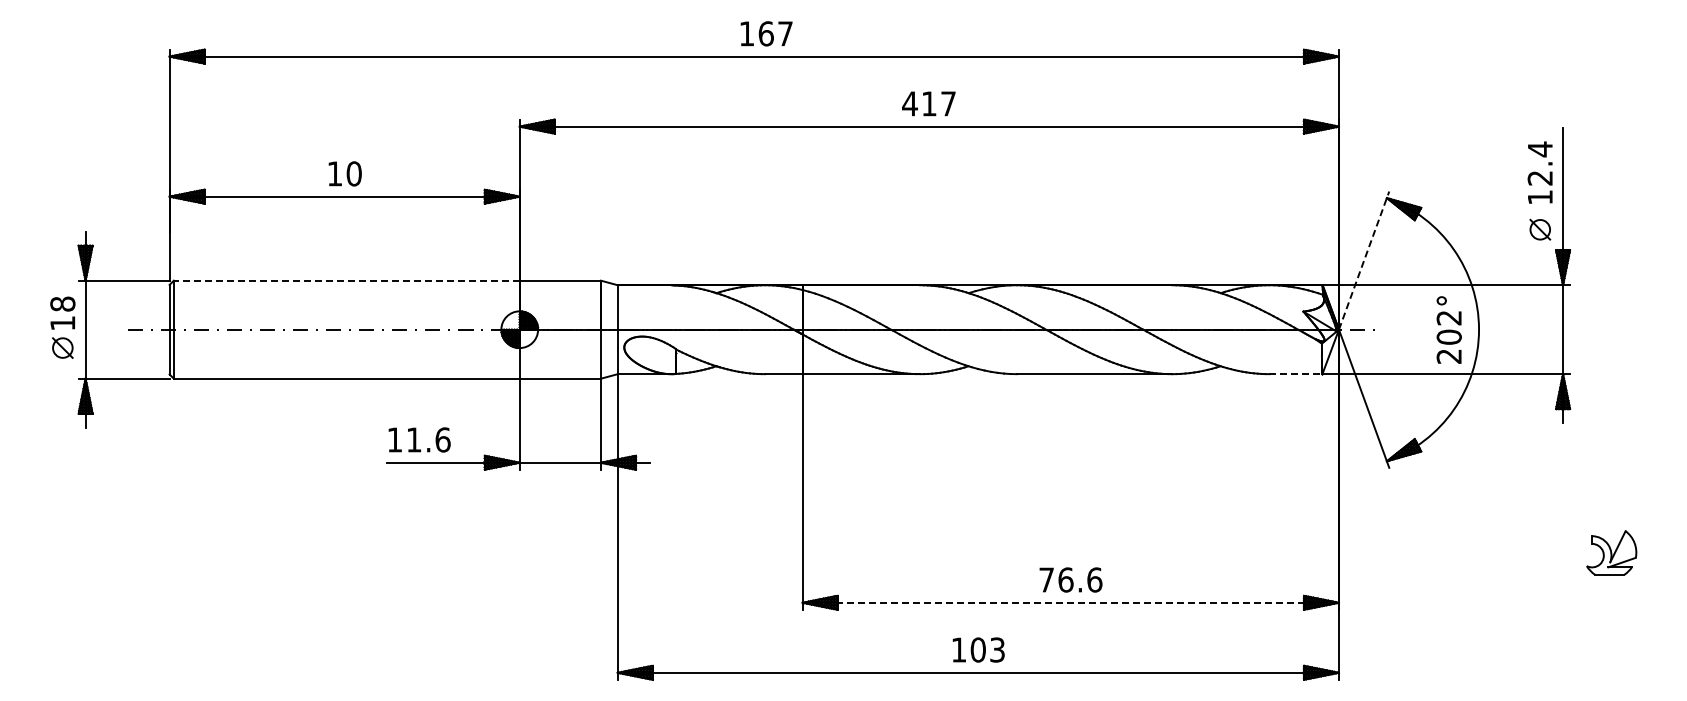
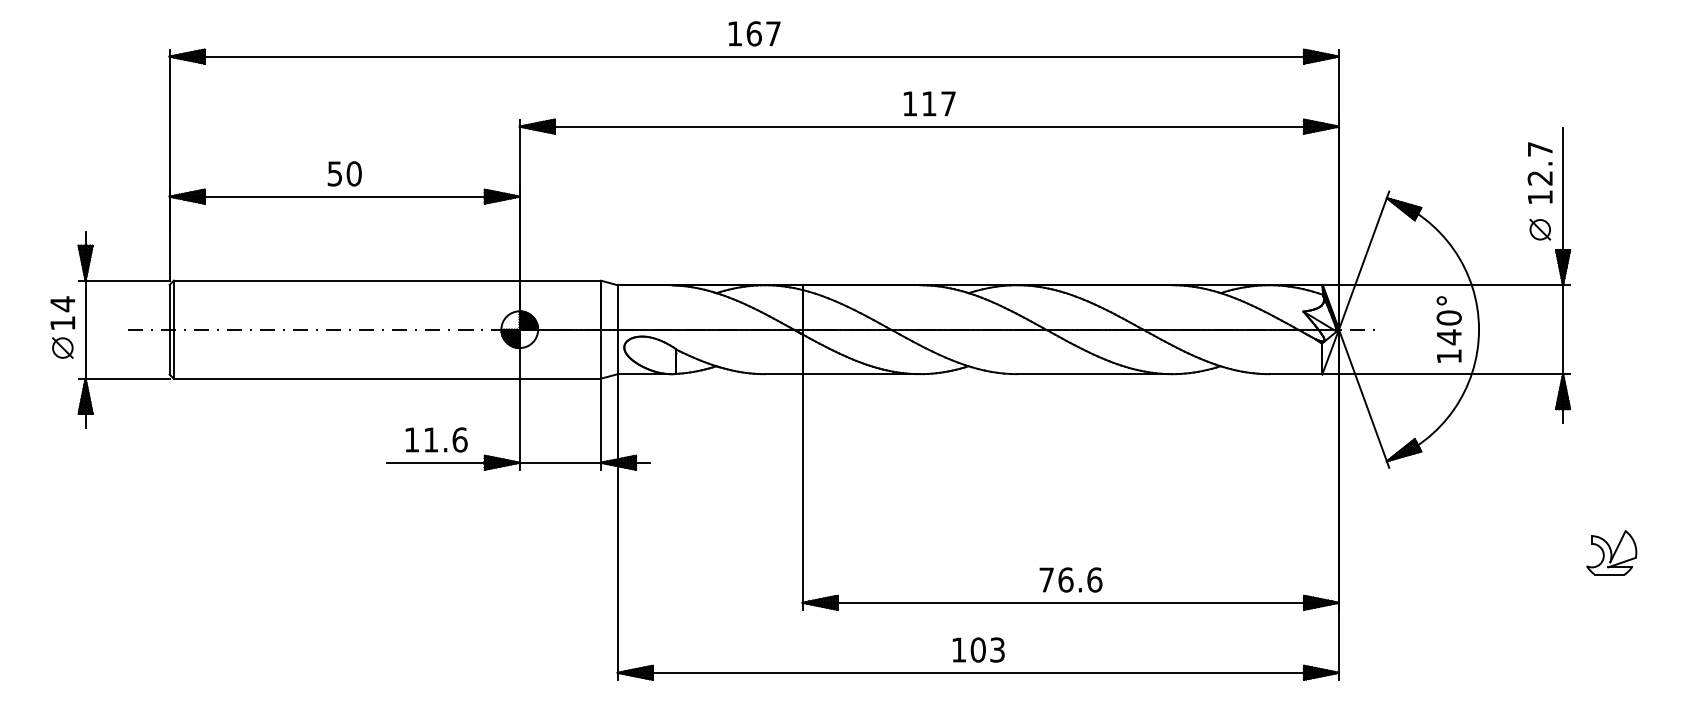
text at (766, 33) position: (766, 33) -> (754, 33)
text at (909, 103): 417 -> 117
text at (1540, 149): 12.4 -> 12.7
text at (334, 173): 10 -> 50
line at (1364, 260): dashed -> solid
line at (346, 280): dashed -> solid
text at (62, 304): 18 -> 14
text at (1448, 336): 202° -> 140°
line at (1295, 374): dashed -> solid
text at (419, 439) position: (419, 439) -> (436, 439)
line at (1071, 602): dashed -> solid
